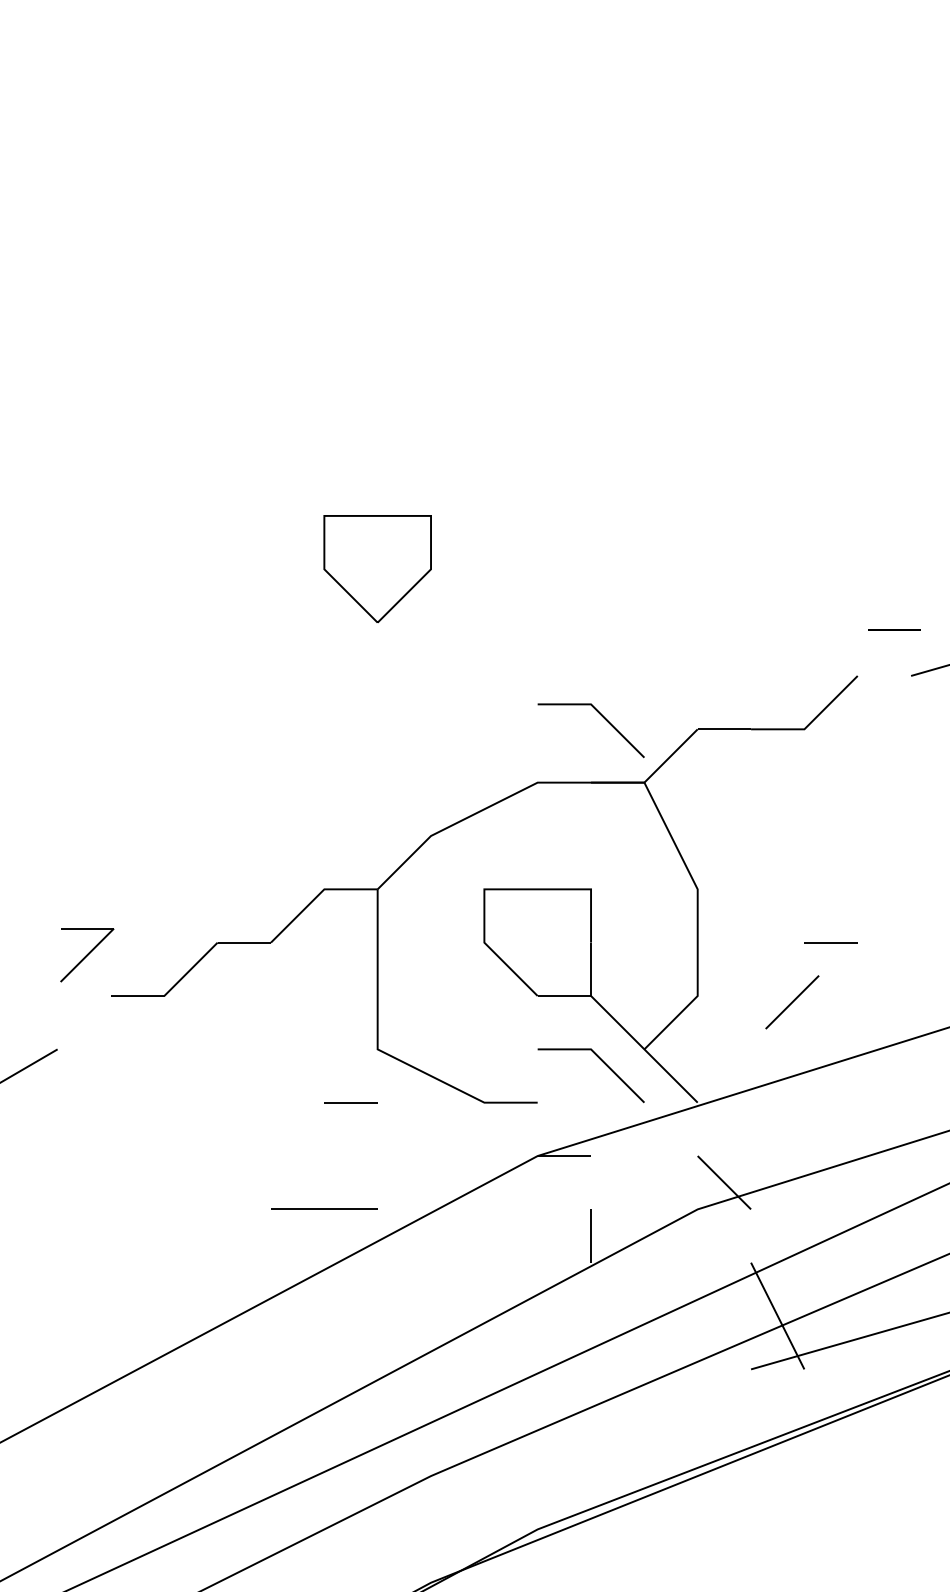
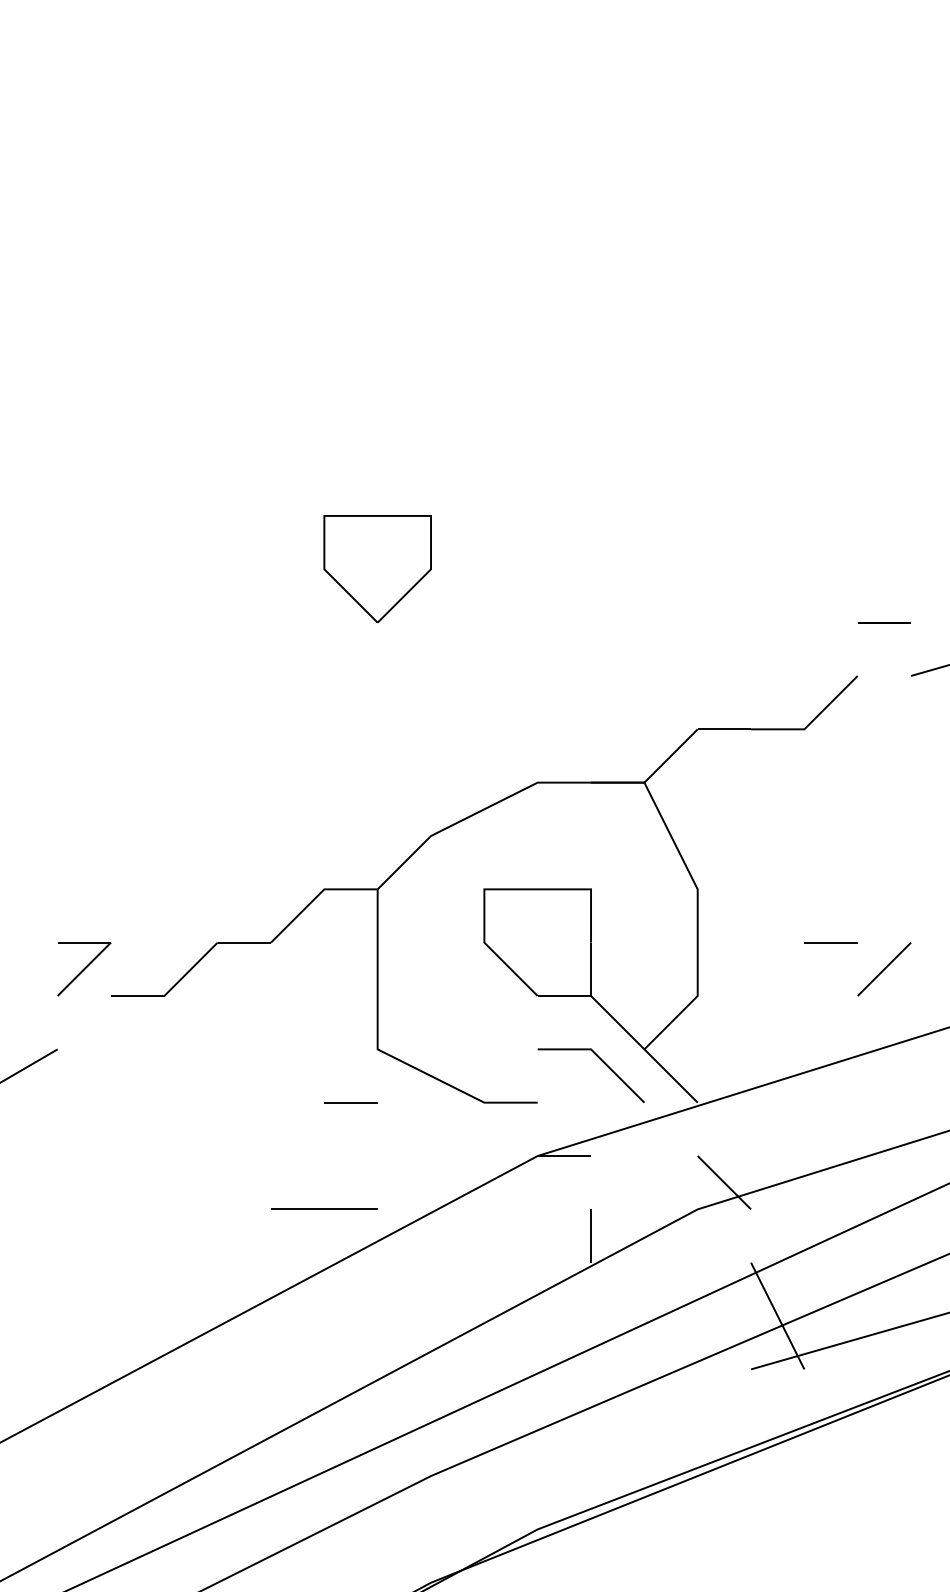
line at (894, 629) position: (894, 629) -> (884, 622)
curve at (602, 717): present -> none
part at (87, 955) position: (87, 955) -> (84, 969)
line at (792, 1002) position: (792, 1002) -> (884, 969)
